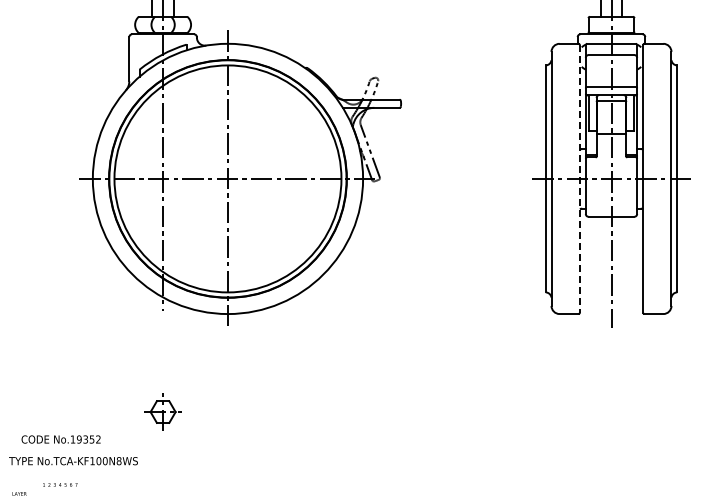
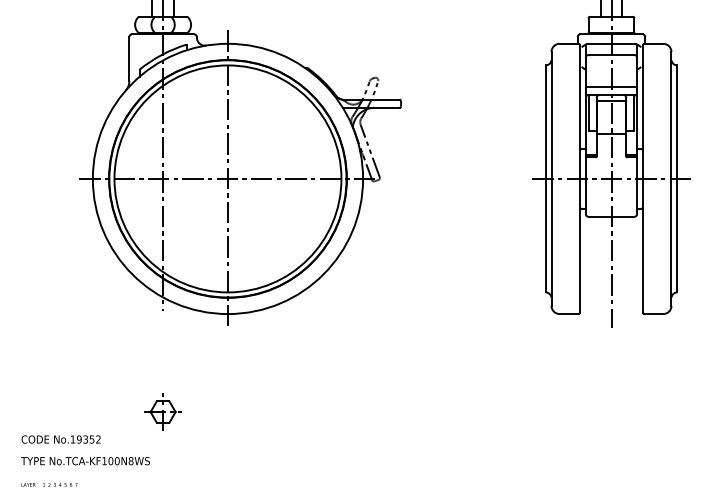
line at (579, 178): dashed -> solid
text at (73, 461) position: (73, 461) -> (85, 461)
text at (19, 493) position: (19, 493) -> (28, 484)
